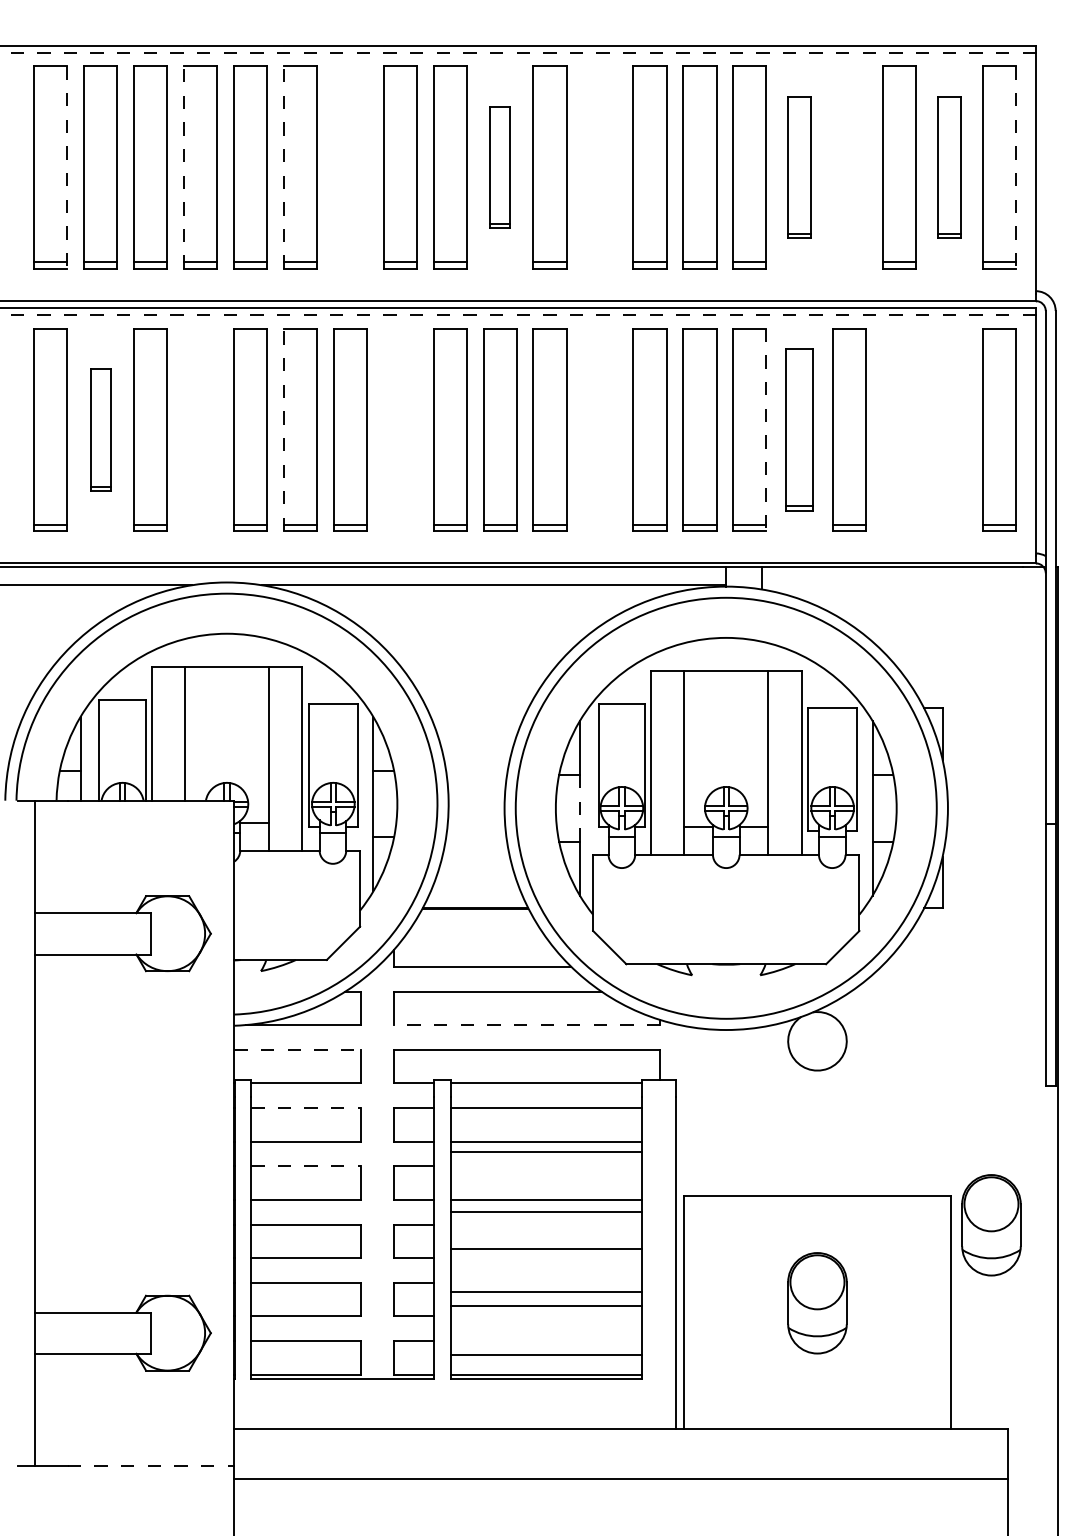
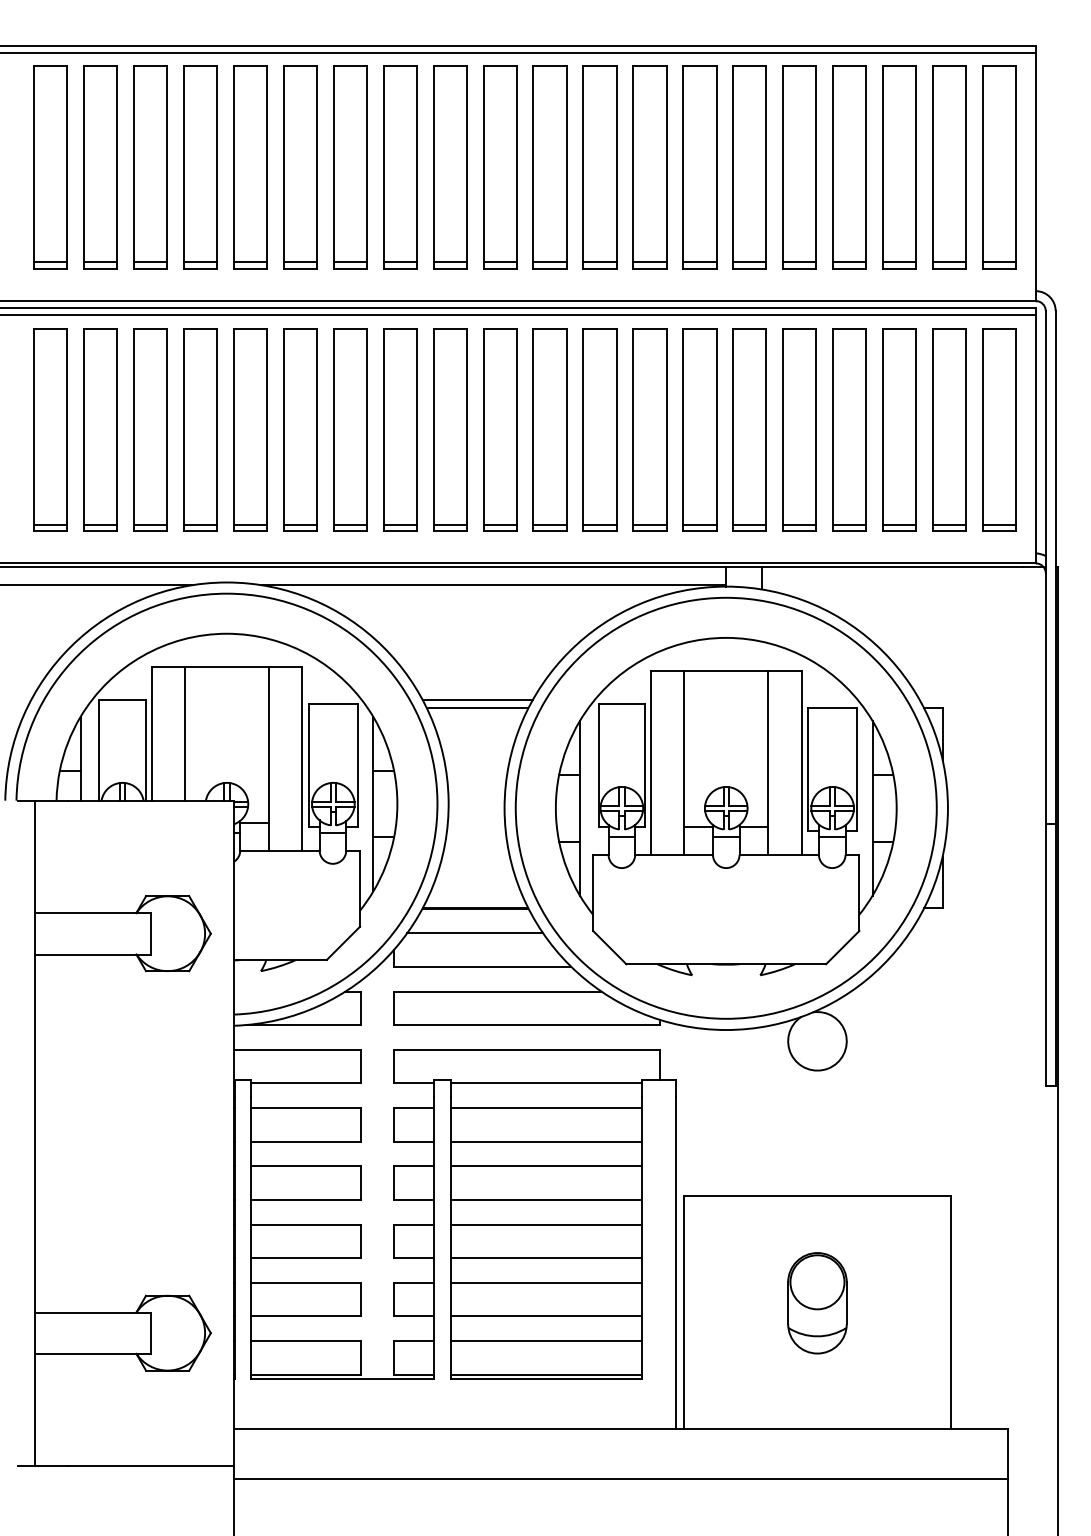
line at (517, 52): dashed -> solid
line at (183, 167): dashed -> solid
line at (283, 167): dashed -> solid
part at (350, 167): none -> present
part at (499, 167) size: 22x123 px -> 35x205 px
part at (599, 167): none -> present
part at (799, 167) size: 25x143 px -> 35x205 px
part at (849, 167): none -> present
part at (949, 167) size: 25x143 px -> 35x205 px
line at (67, 168): dashed -> solid
line at (1016, 168): dashed -> solid
line at (517, 314): dashed -> solid
part at (100, 429) size: 22x124 px -> 35x204 px
part at (200, 429): none -> present
line at (283, 429): dashed -> solid
part at (400, 429): none -> present
part at (599, 429): none -> present
part at (799, 429) size: 29x164 px -> 35x204 px
part at (899, 429): none -> present
part at (949, 429): none -> present
line at (766, 430): dashed -> solid
line at (477, 700): none -> present
line at (477, 708): none -> present
line at (579, 808): dashed -> solid
line at (474, 933): none -> present
line at (526, 1025): dashed -> solid
line at (298, 1049): dashed -> solid
line at (305, 1108): dashed -> solid
line at (546, 1152) position: (546, 1152) -> (546, 1166)
line at (305, 1166): dashed -> solid
line at (546, 1211) position: (546, 1211) -> (546, 1224)
part at (991, 1225): present -> none
line at (546, 1249) position: (546, 1249) -> (546, 1258)
line at (546, 1291) position: (546, 1291) -> (546, 1282)
line at (546, 1306) position: (546, 1306) -> (546, 1316)
line at (546, 1355) position: (546, 1355) -> (546, 1341)
line at (151, 1466): dashed -> solid
